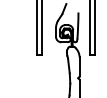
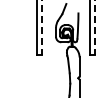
line at (42, 28): solid -> dashed
line at (95, 28): solid -> dashed
